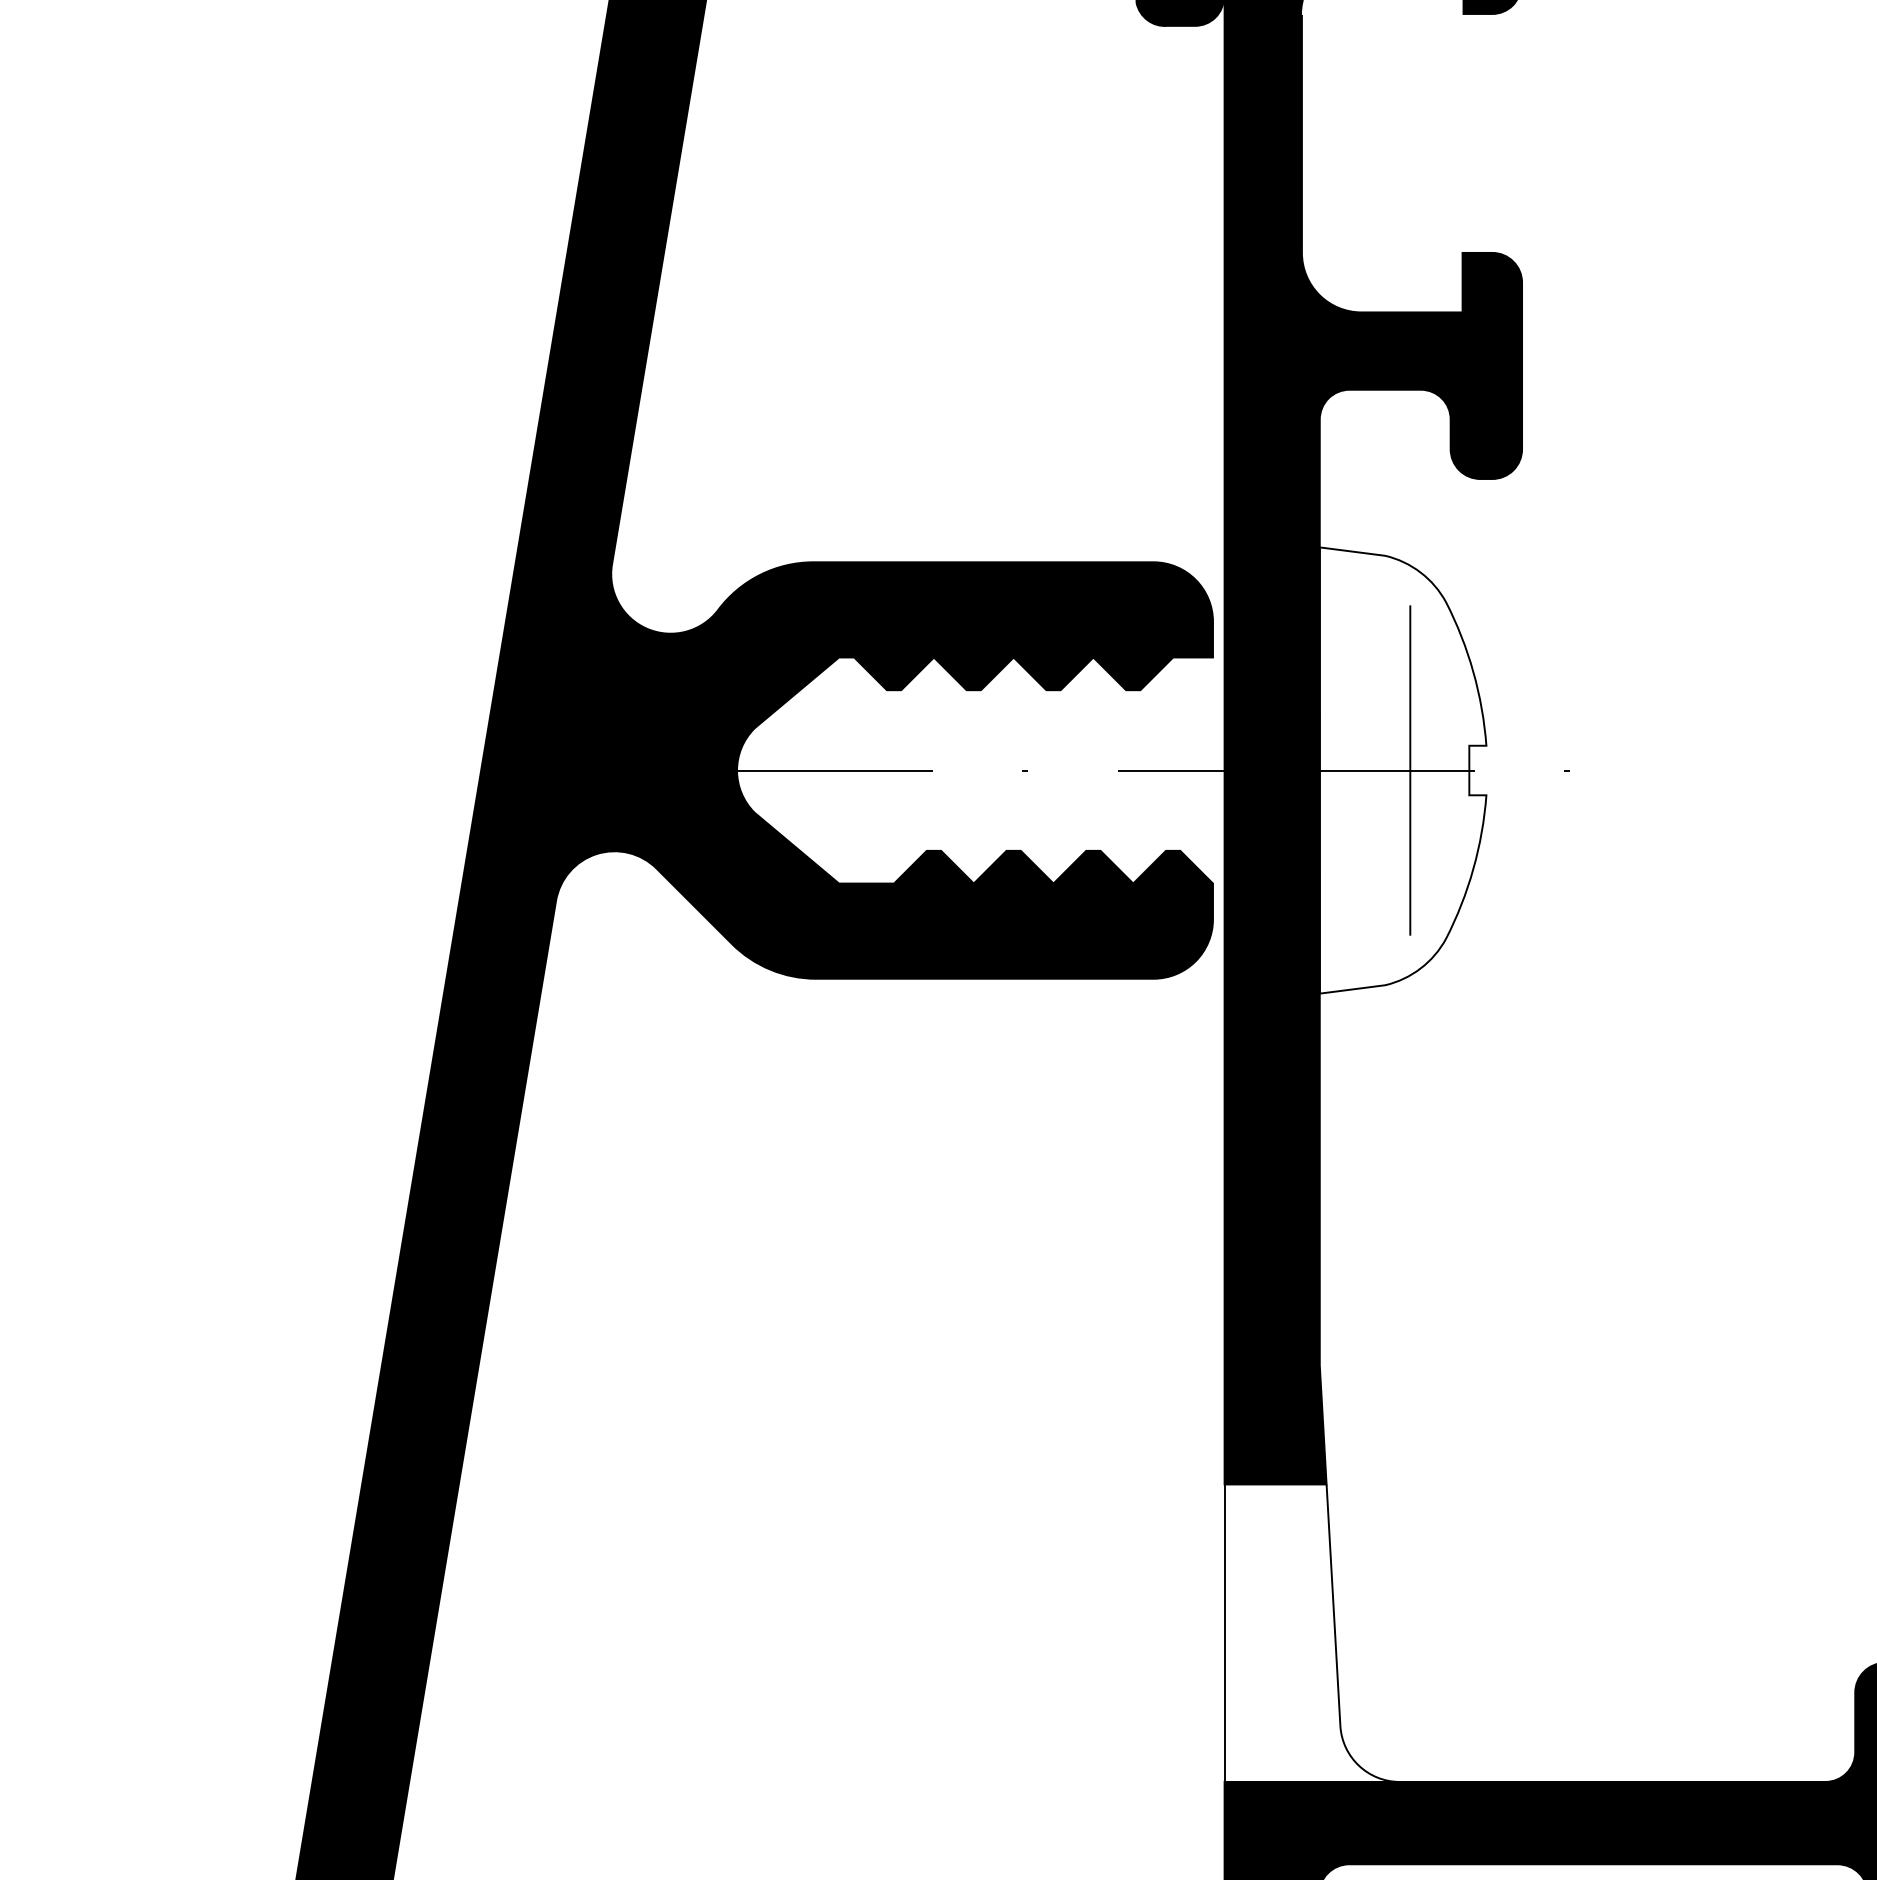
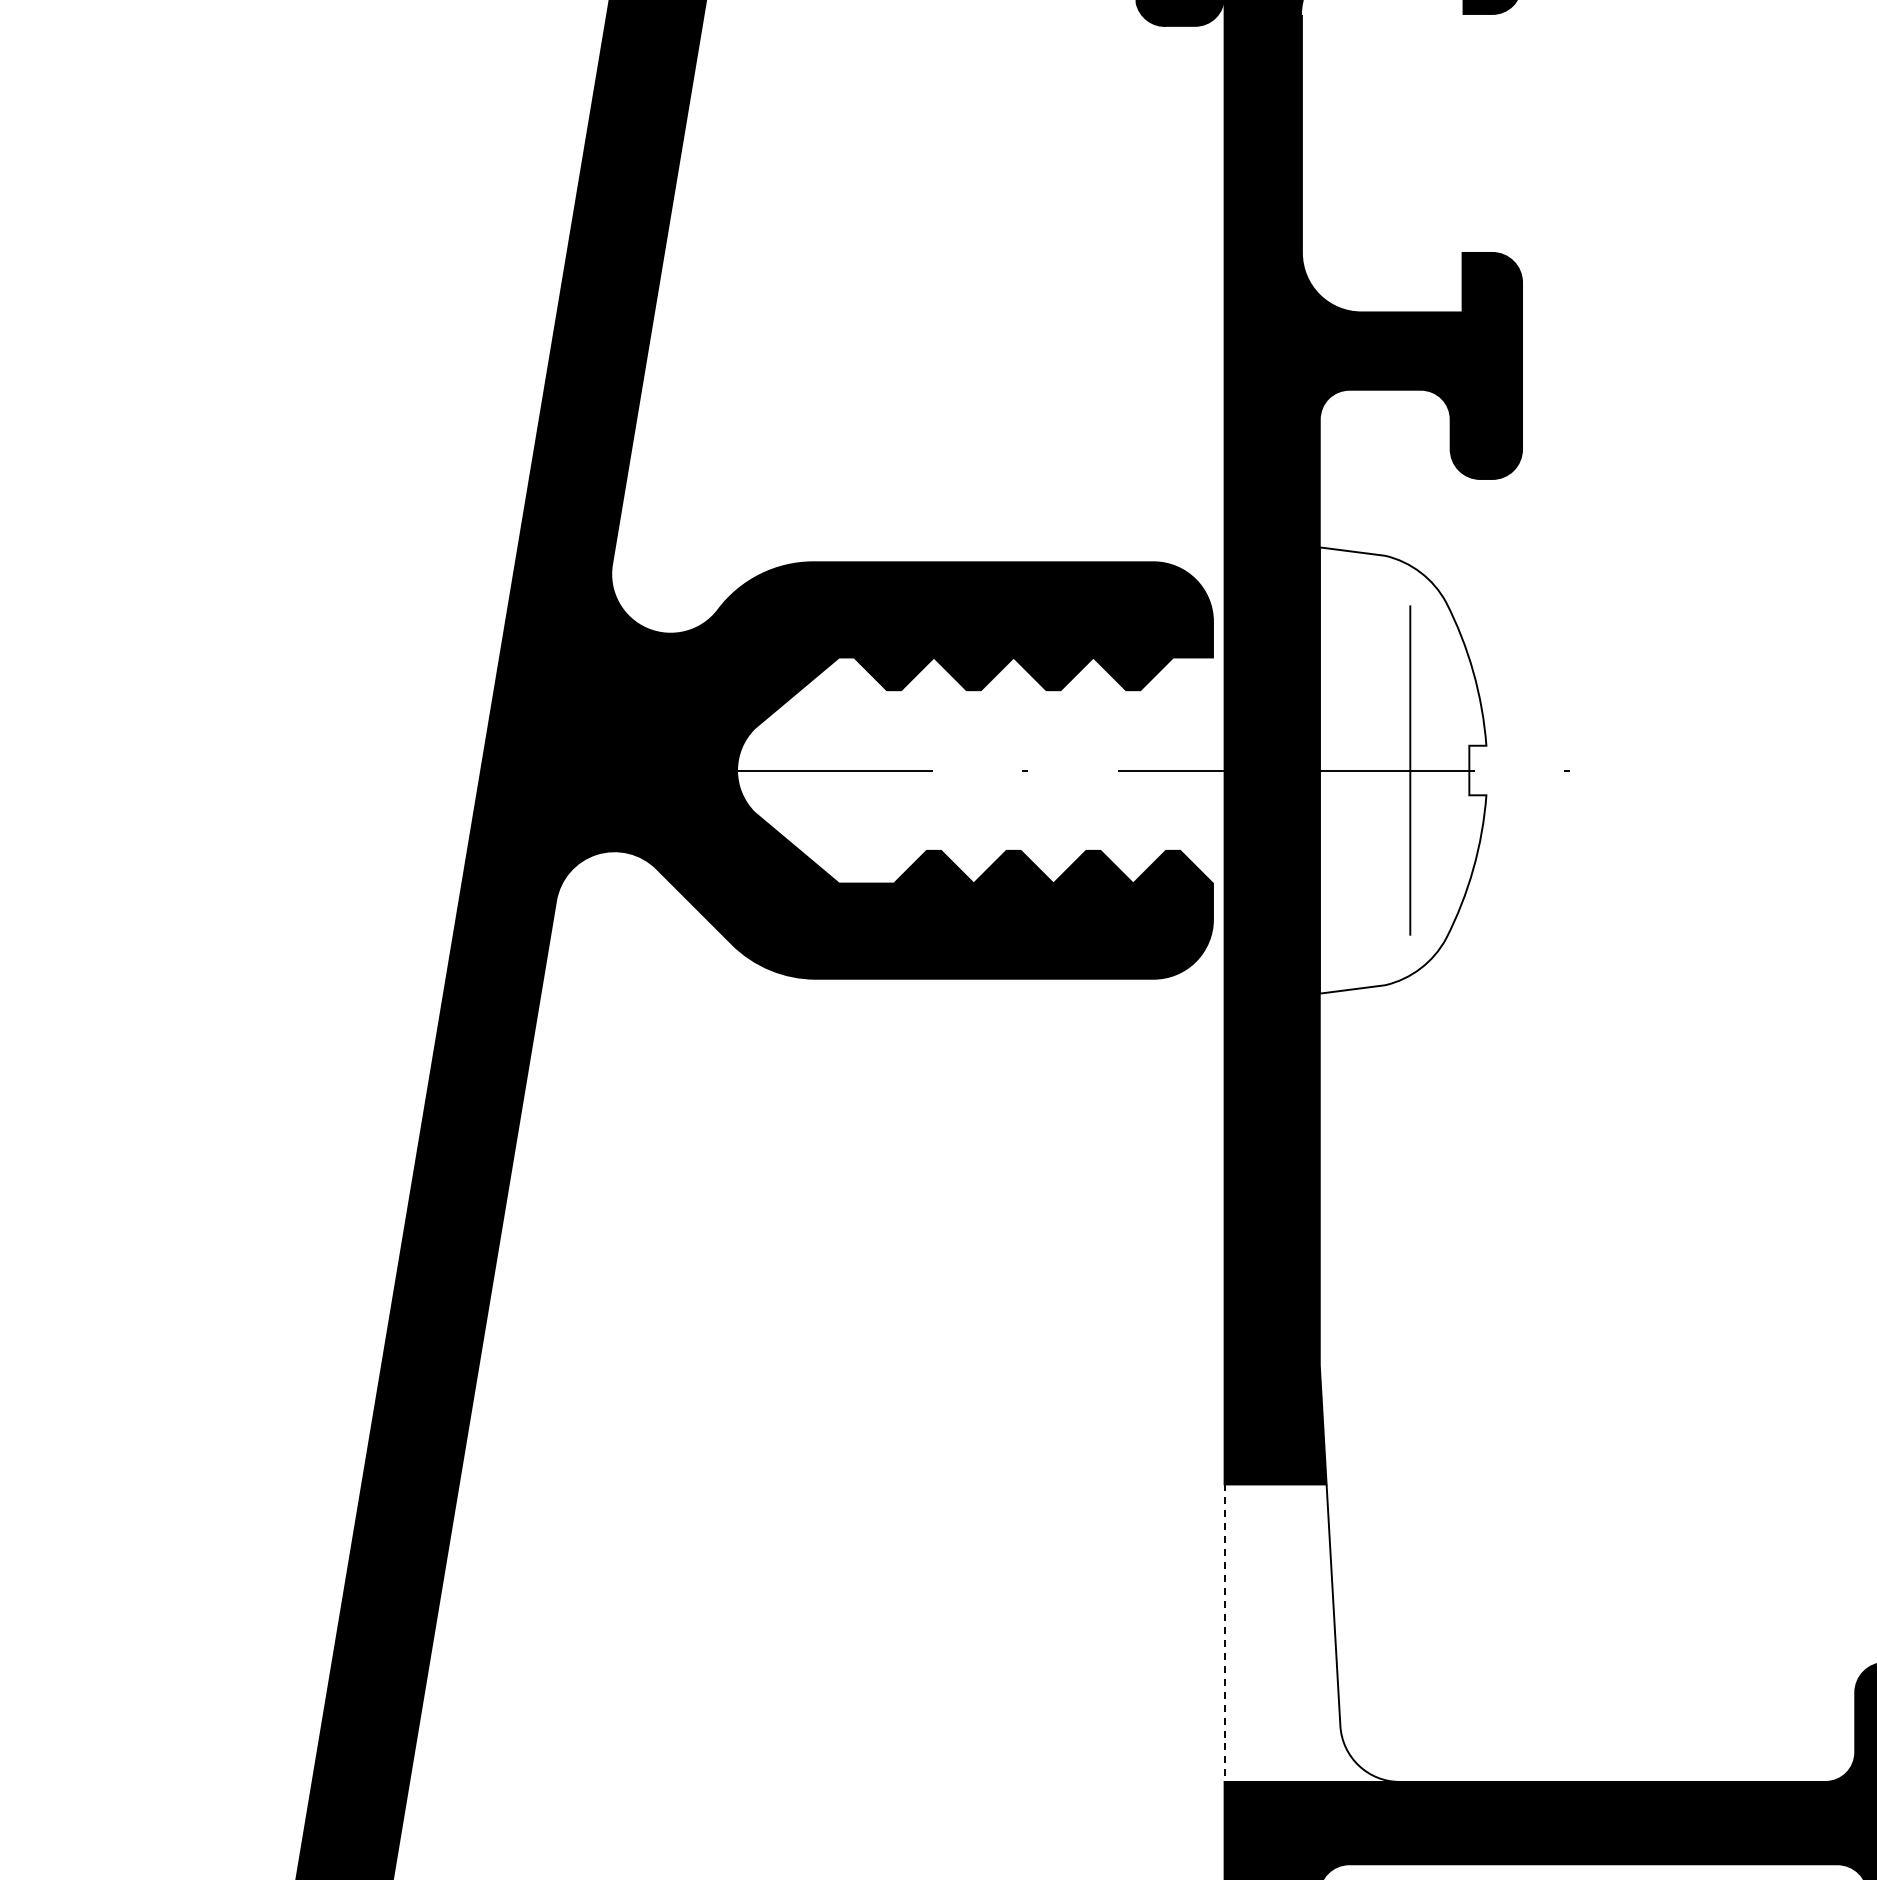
line at (1224, 1633): solid -> dashed
